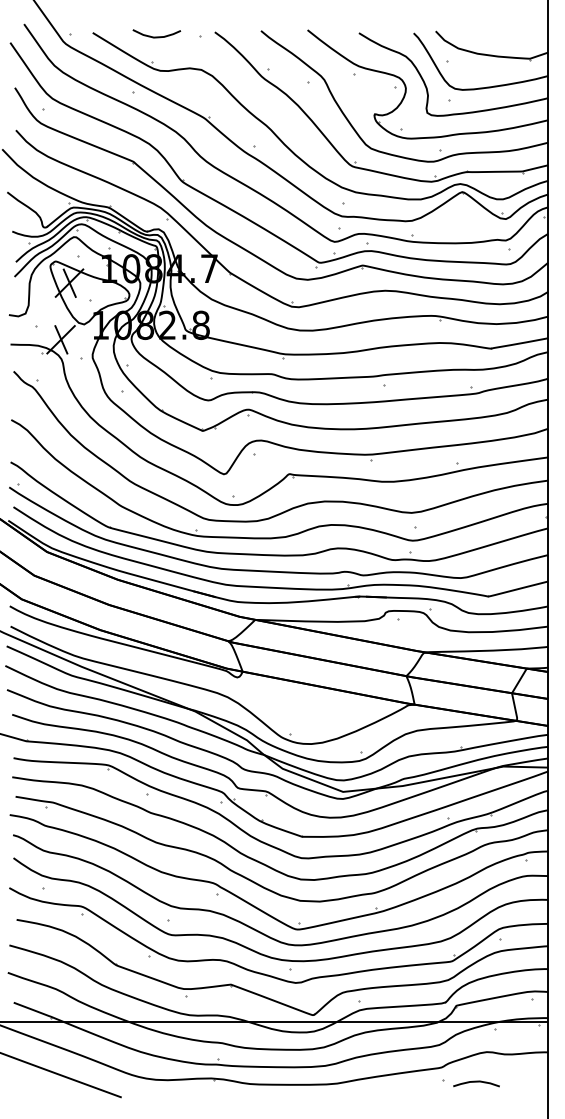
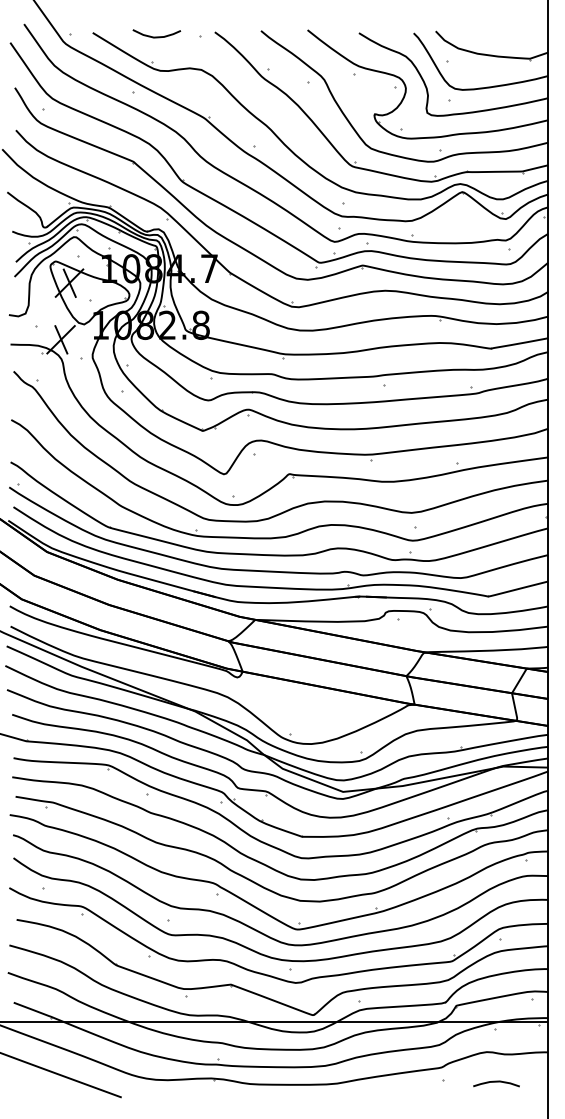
curve at (476, 1082) position: (476, 1082) -> (496, 1082)
